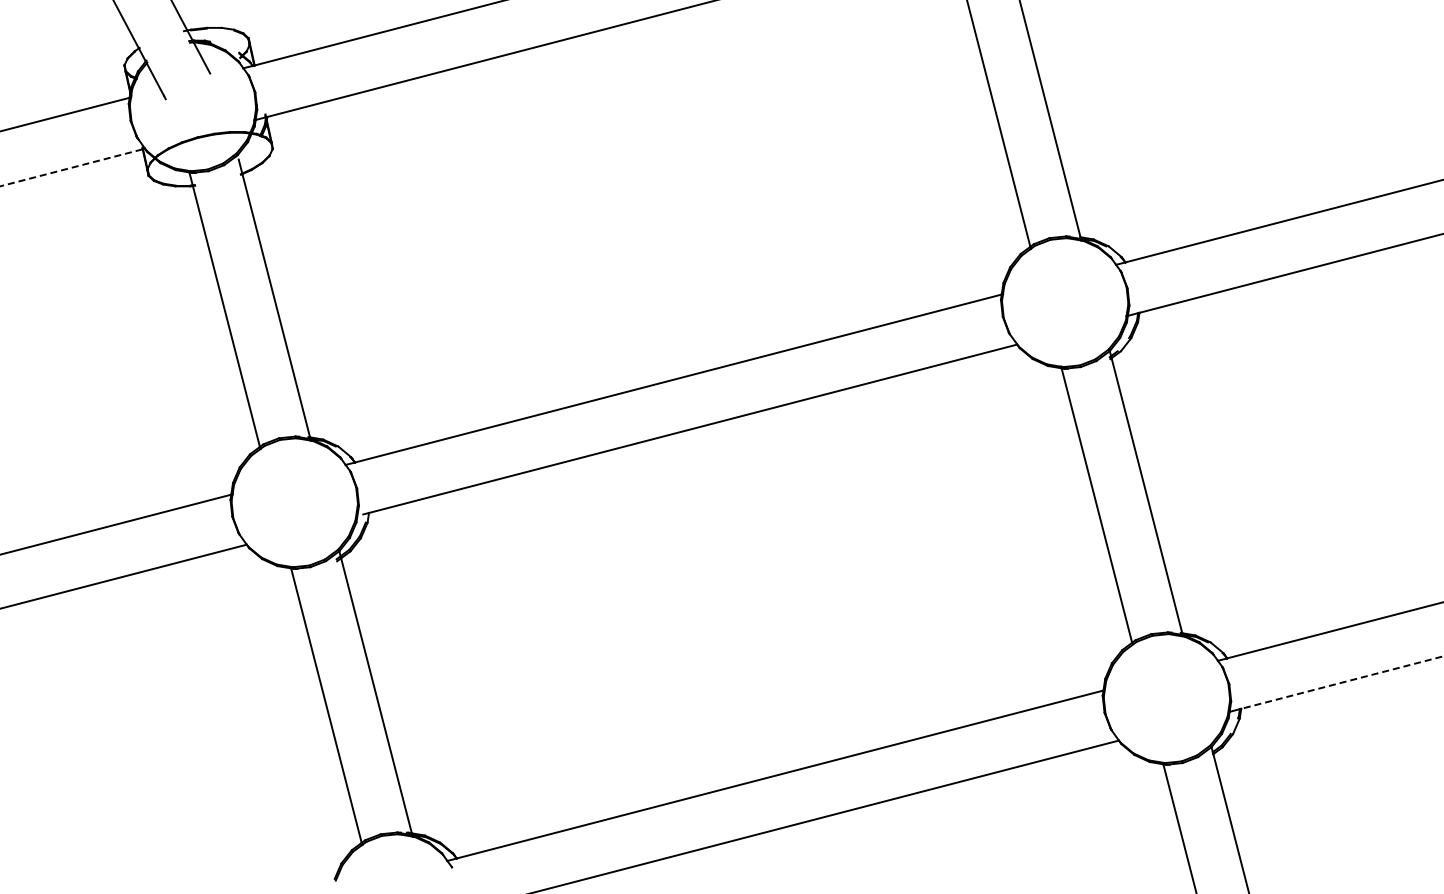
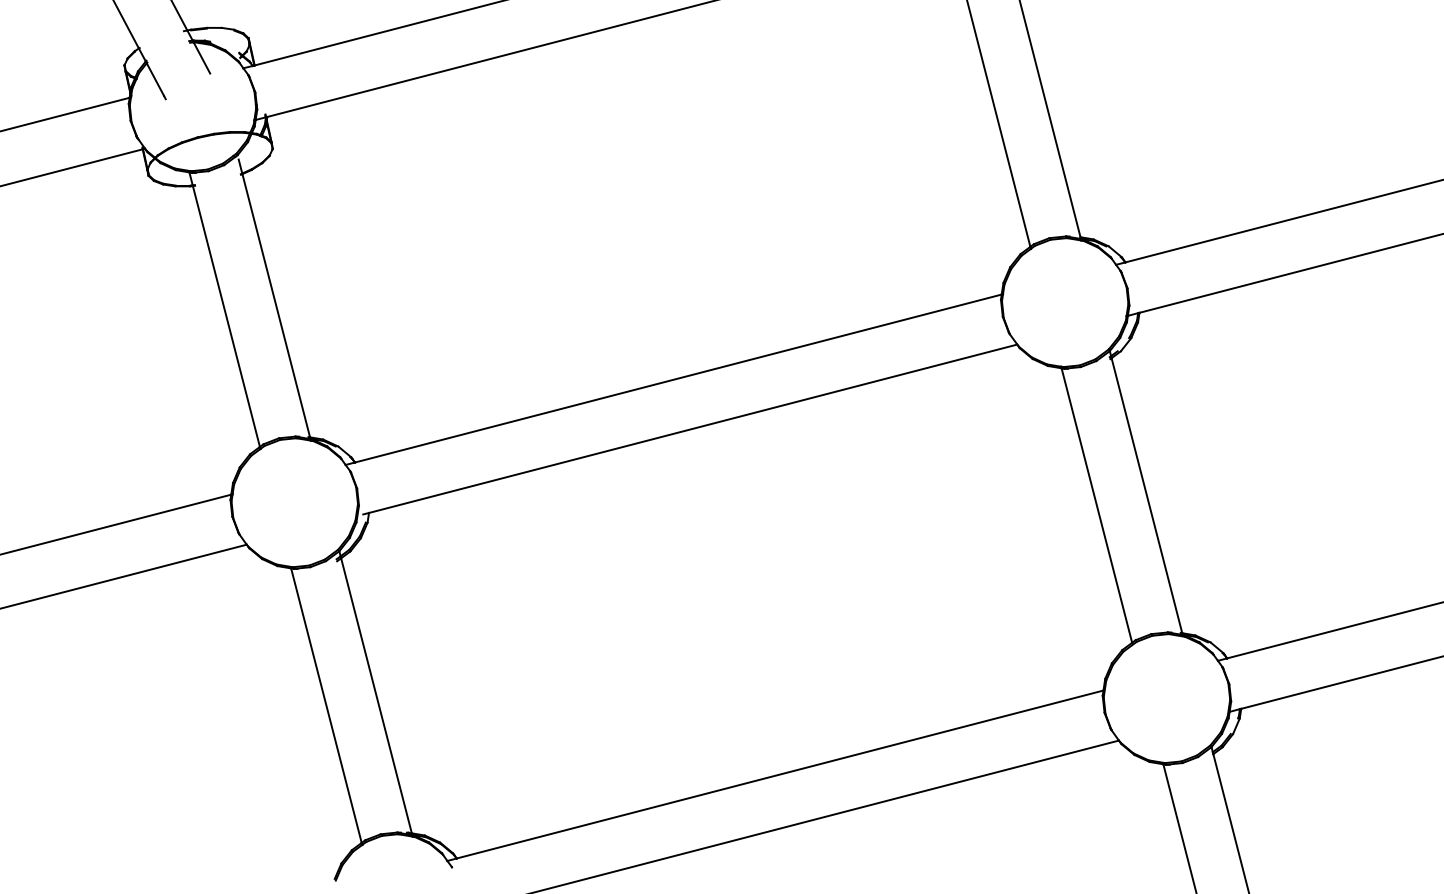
line at (72, 167): dashed -> solid
line at (1341, 682): dashed -> solid
